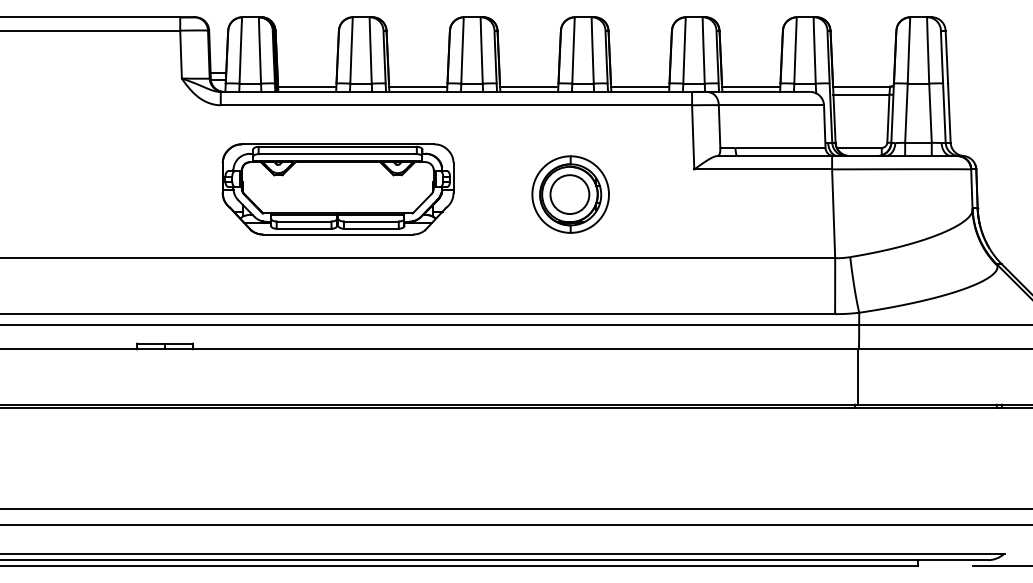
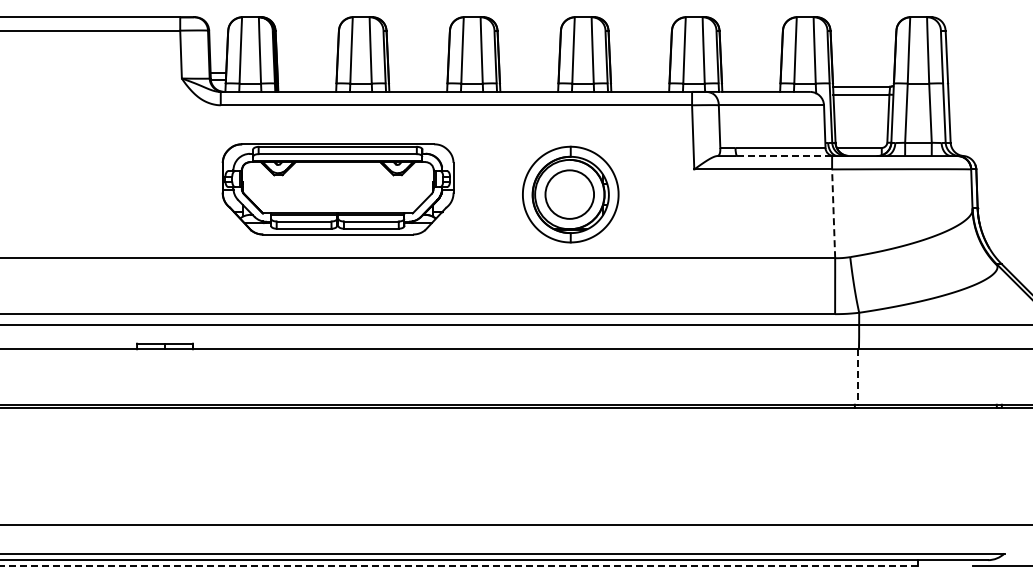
line at (307, 86): present -> none
line at (418, 86): present -> none
line at (529, 86): present -> none
line at (640, 86): present -> none
line at (751, 86): present -> none
line at (784, 156): solid -> dashed
part at (570, 194) size: 79x79 px -> 98x99 px
line at (833, 213): solid -> dashed
line at (858, 376): solid -> dashed
line at (515, 508): present -> none
line at (458, 565): solid -> dashed
